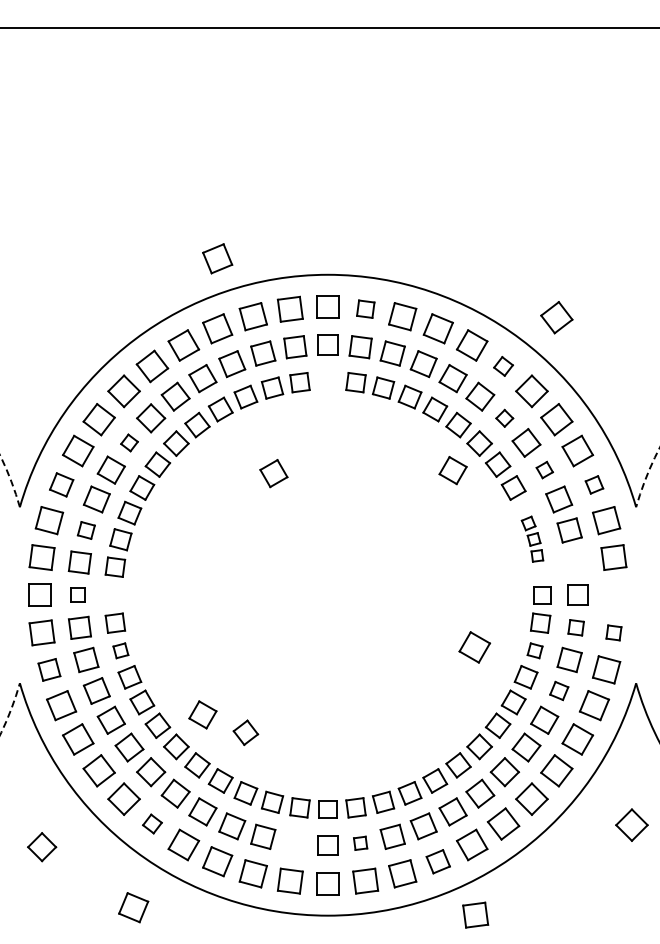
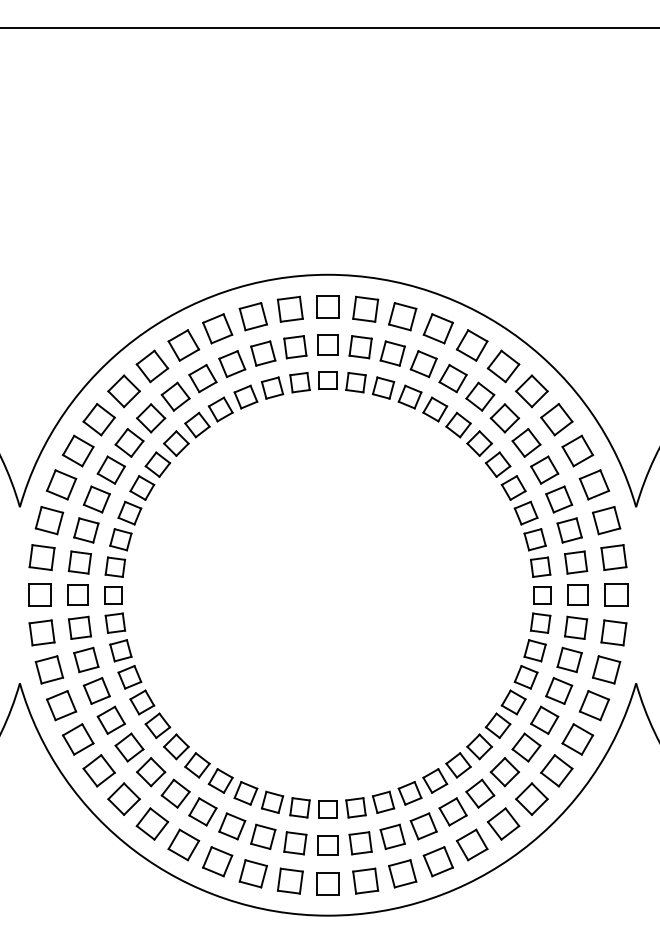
part at (217, 258): present -> none
part at (365, 308) size: 20x20 px -> 28x28 px
part at (556, 317): present -> none
part at (503, 366) size: 21x21 px -> 35x35 px
part at (327, 380): none -> present
part at (504, 417) size: 20x20 px -> 31x31 px
part at (129, 442) size: 19x20 px -> 31x30 px
part at (544, 469) size: 19x20 px -> 30x30 px
part at (452, 470): present -> none
part at (273, 473): present -> none
arc at (646, 476): dashed -> solid
arc at (10, 480): dashed -> solid
part at (61, 484) size: 26x26 px -> 32x32 px
part at (594, 484) size: 21x20 px -> 33x32 px
part at (85, 530) size: 20x19 px -> 27x27 px
part at (532, 538) size: 25x48 px -> 39x78 px
part at (576, 562): none -> present
part at (77, 594) size: 16x16 px -> 22x22 px
part at (616, 594): none -> present
part at (113, 595): none -> present
part at (575, 627) size: 18x18 px -> 25x25 px
part at (613, 632) size: 18x18 px -> 28x28 px
part at (474, 647): present -> none
part at (120, 650) size: 18x18 px -> 24x24 px
part at (534, 650) size: 18x18 px -> 24x24 px
part at (49, 669) size: 25x24 px -> 31x30 px
part at (559, 690) size: 21x22 px -> 29x28 px
arc at (11, 709): dashed -> solid
part at (202, 714): present -> none
part at (245, 732): present -> none
part at (152, 823) size: 21x22 px -> 35x34 px
part at (631, 824): present -> none
part at (360, 842) size: 16x16 px -> 25x25 px
part at (295, 843): none -> present
part at (42, 847): present -> none
part at (437, 861) size: 26x26 px -> 32x32 px
part at (133, 907): present -> none
part at (475, 914): present -> none
